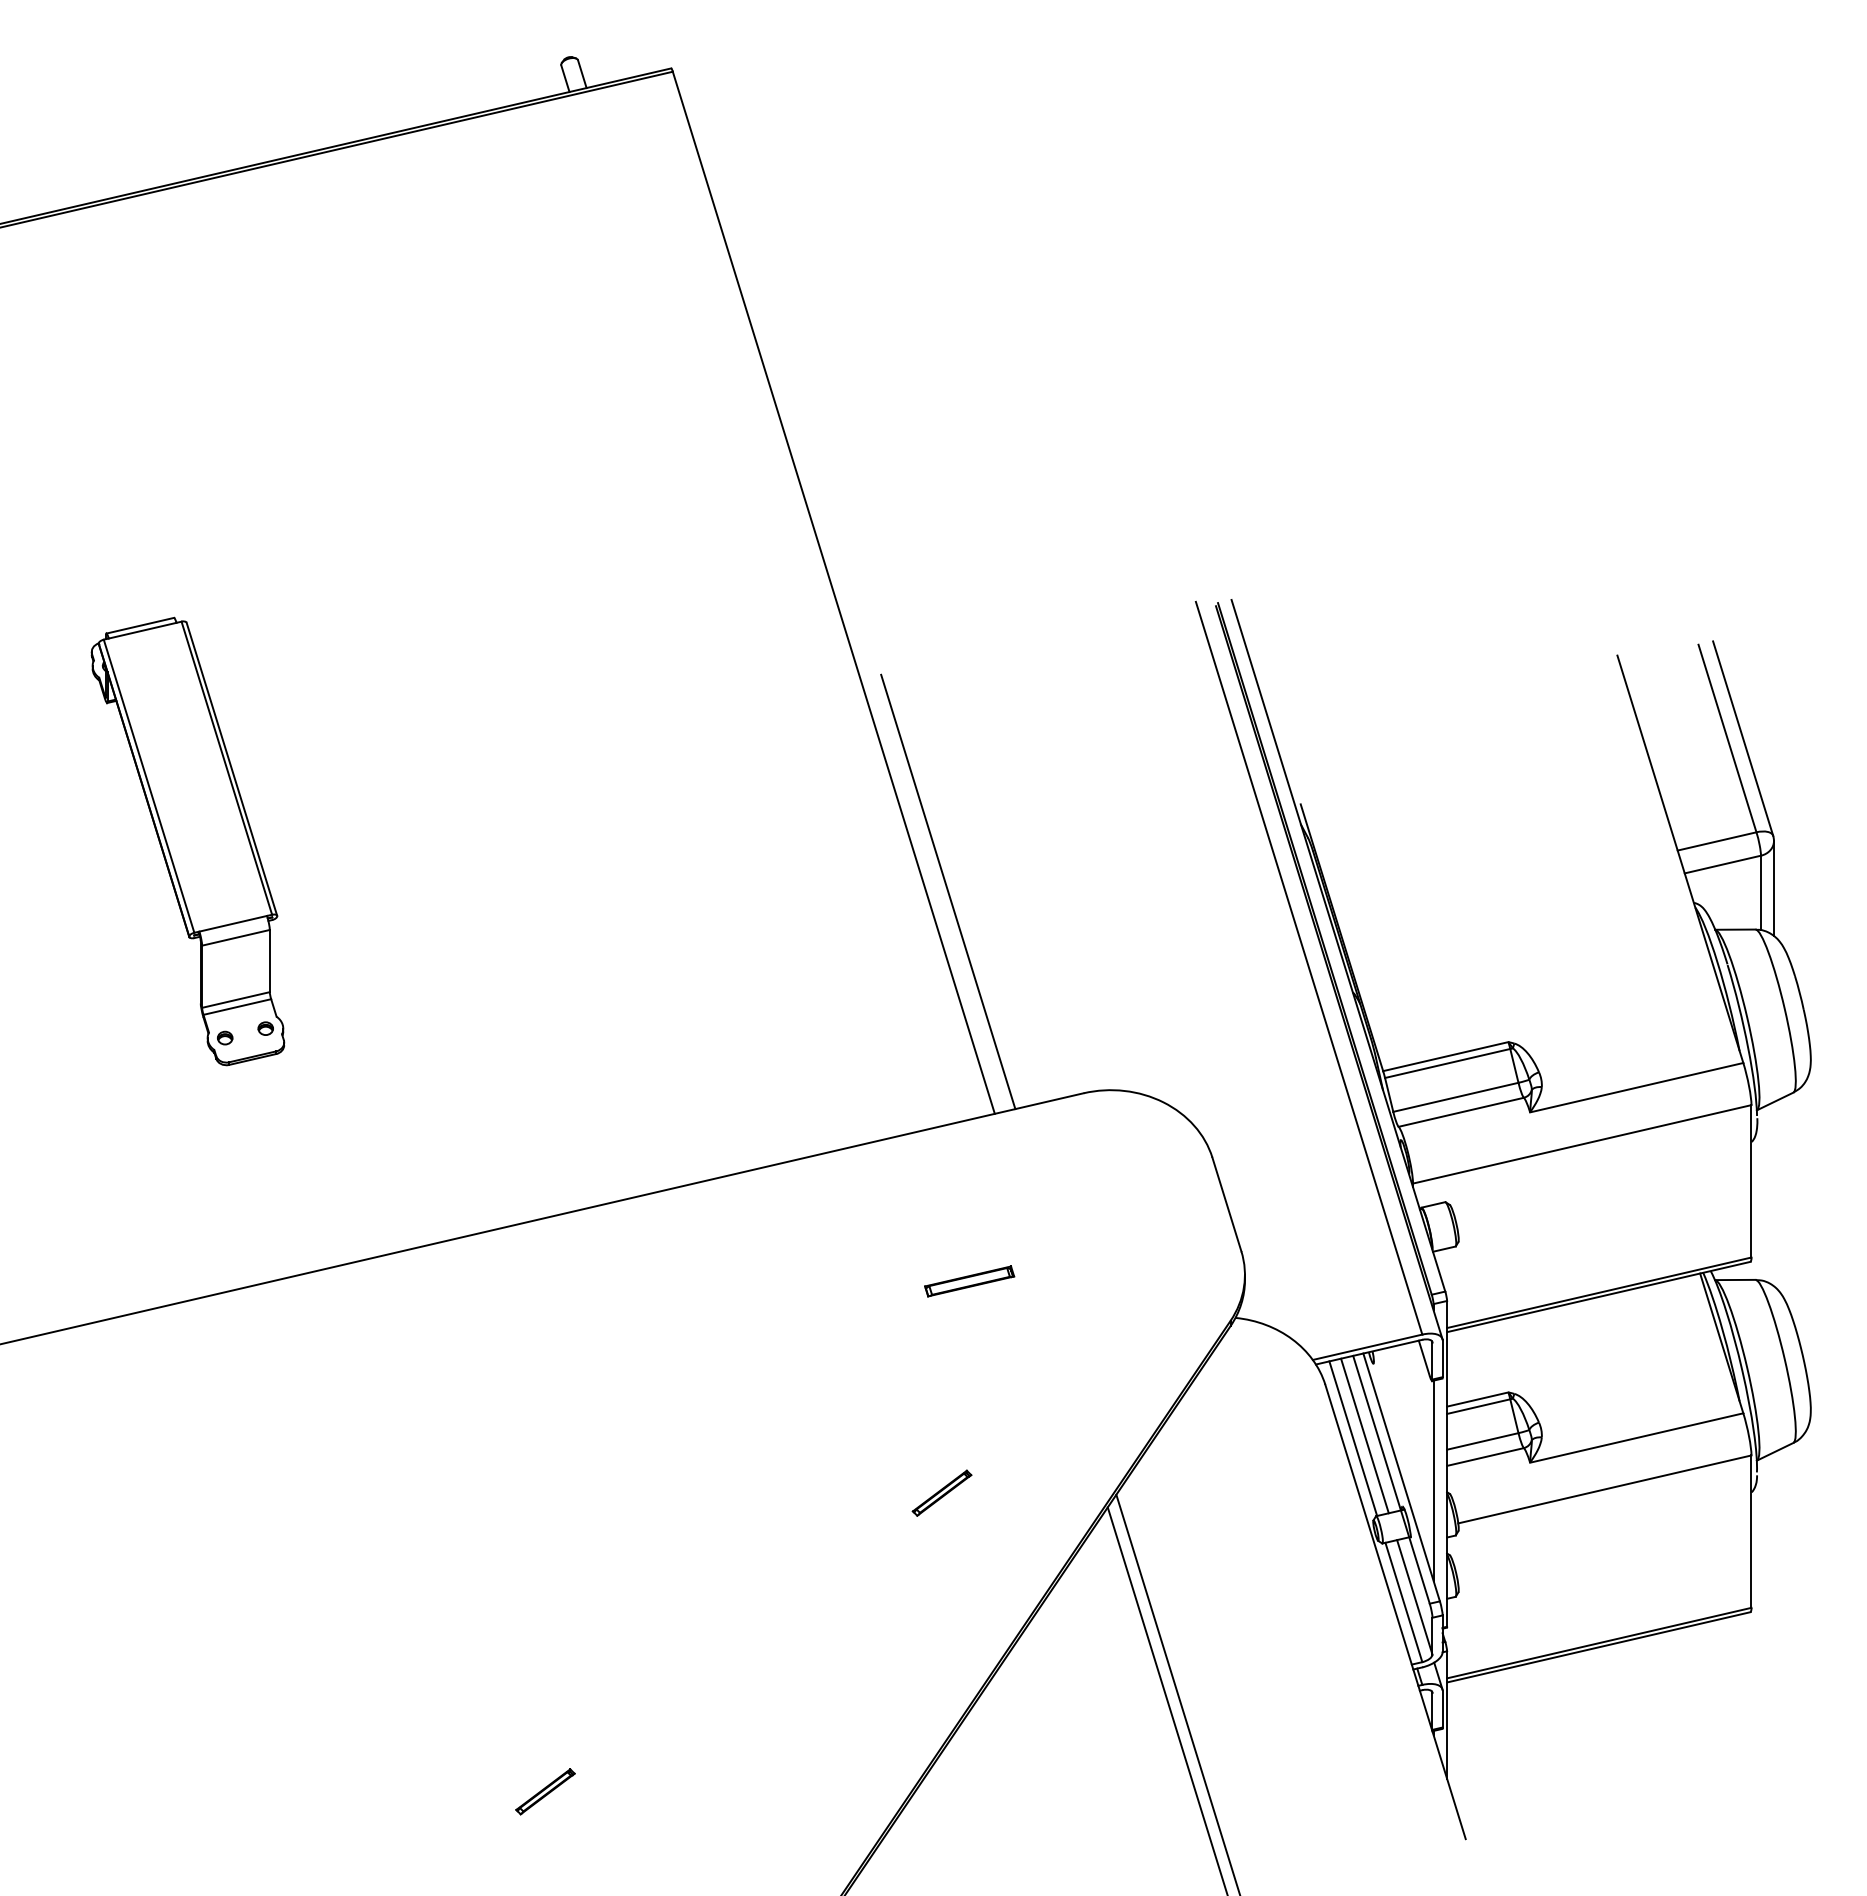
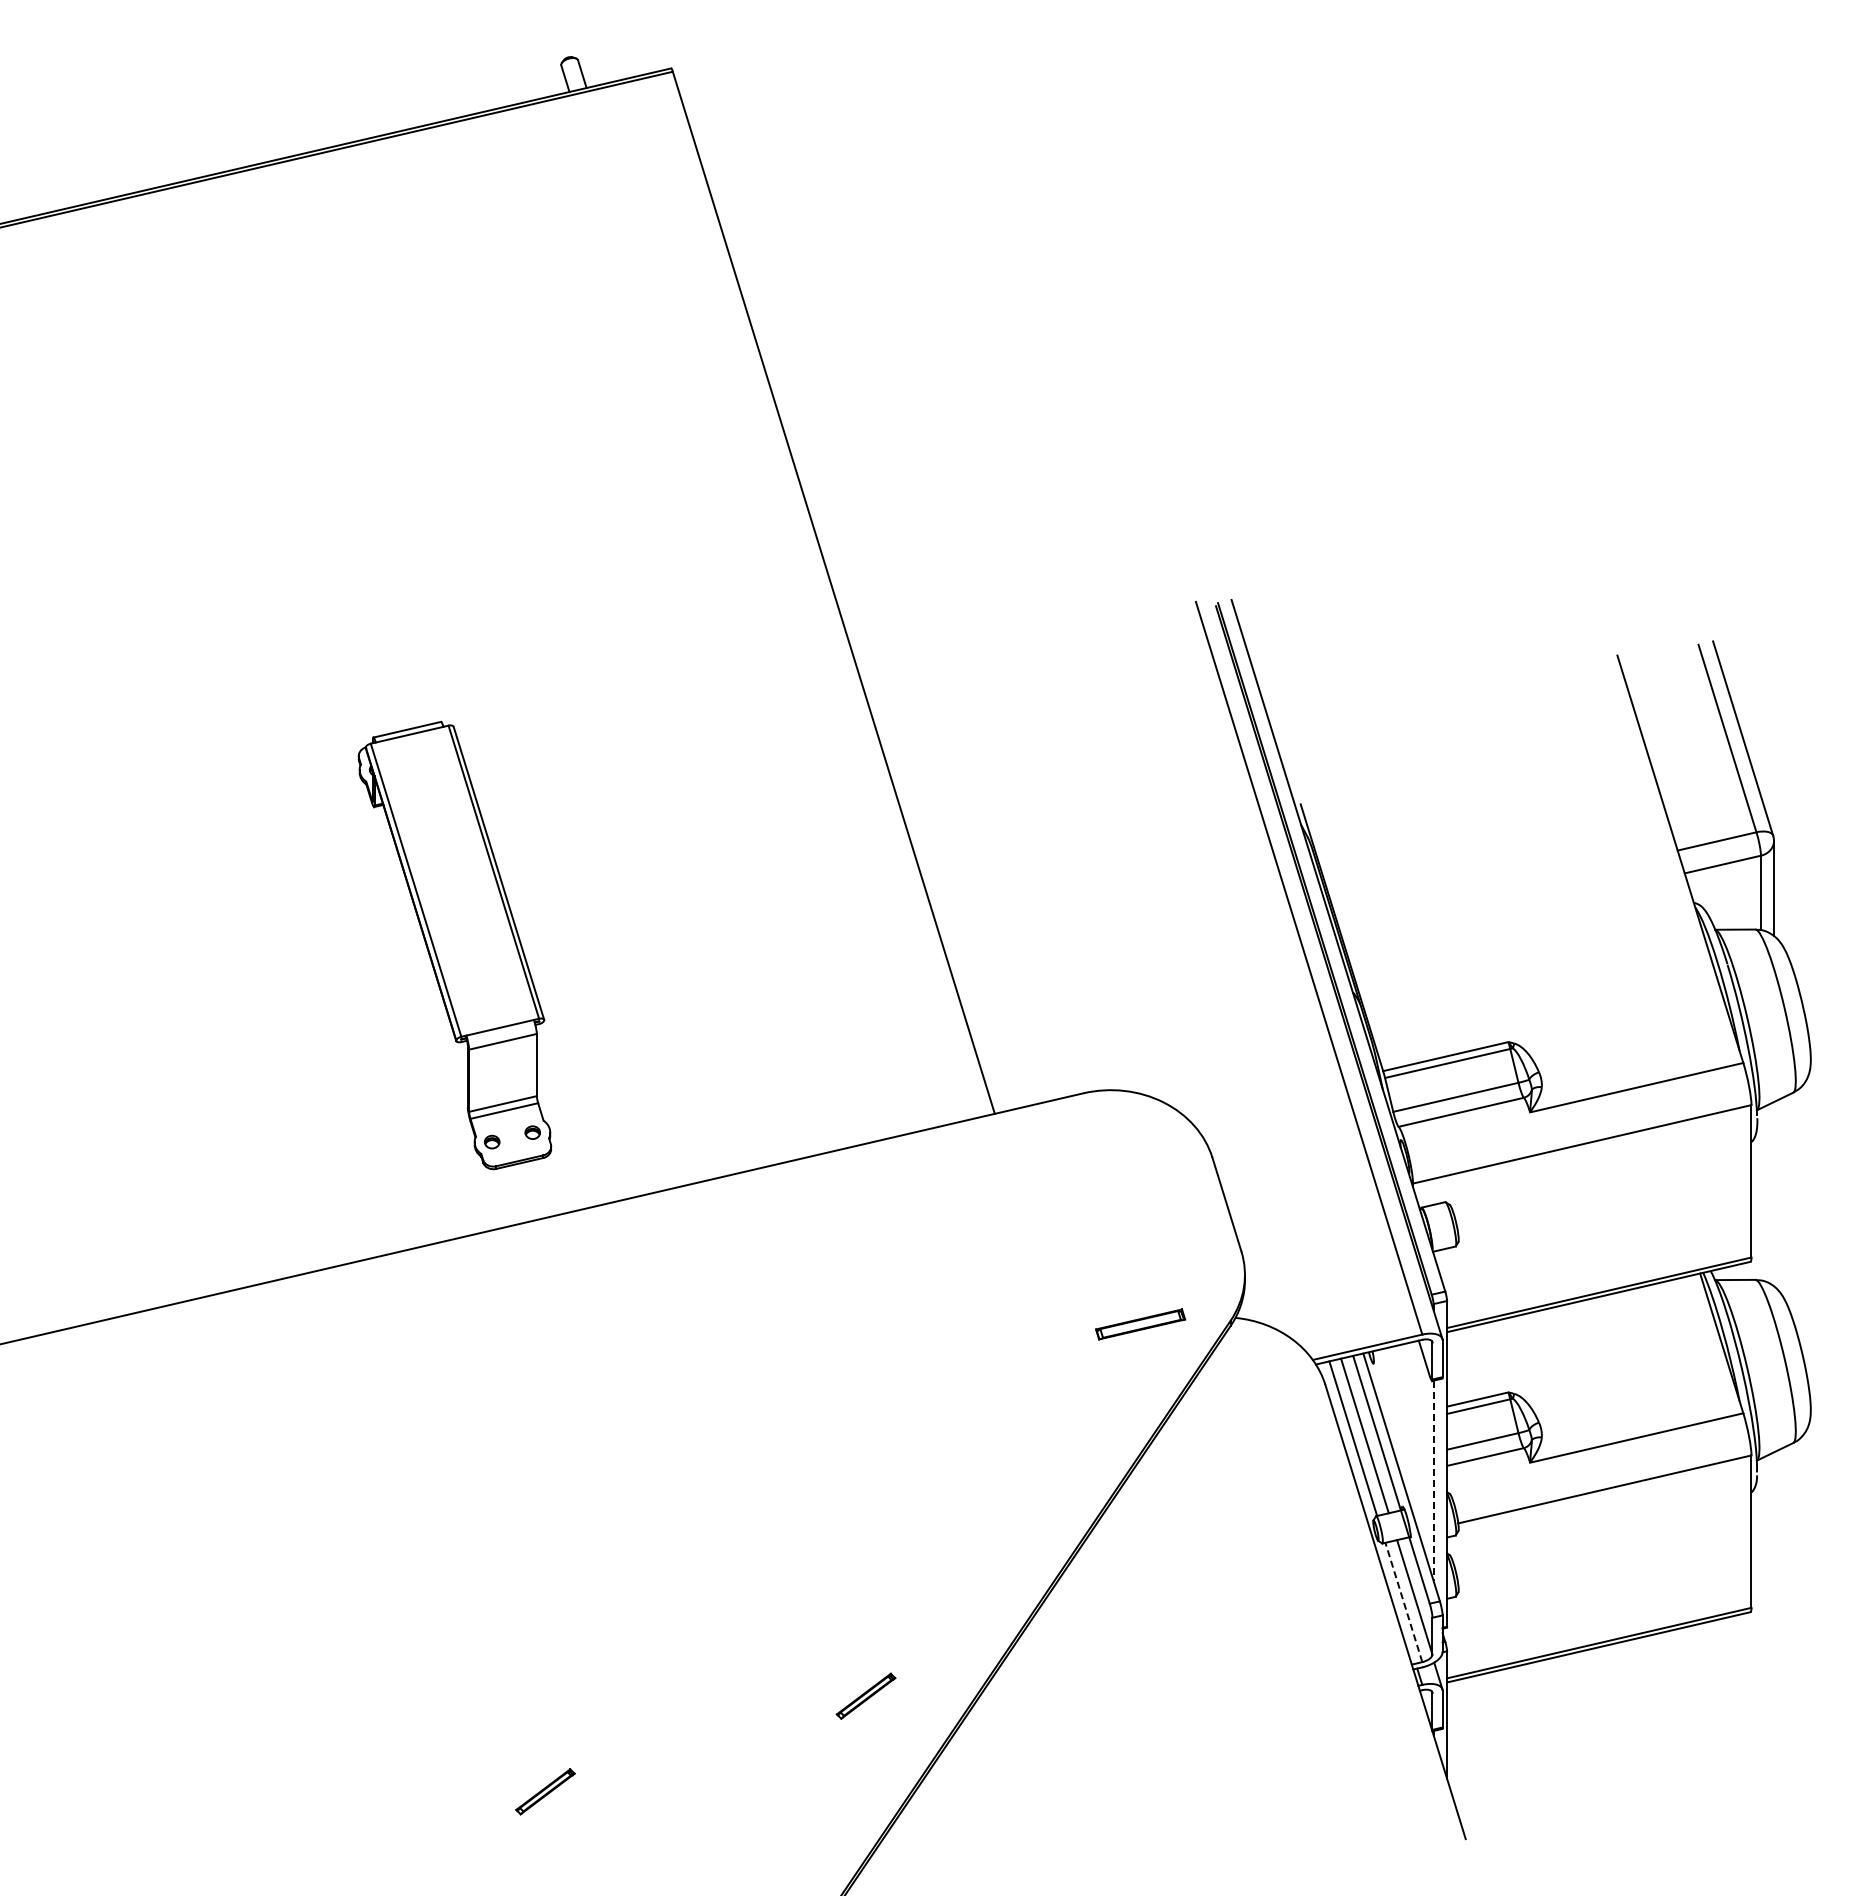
part at (187, 841) position: (187, 841) -> (454, 945)
line at (948, 891): present -> none
part at (969, 1281) position: (969, 1281) -> (1140, 1324)
line at (1433, 1481): solid -> dashed
part at (941, 1492) position: (941, 1492) -> (865, 1695)
line at (1403, 1602): solid -> dashed
line at (1177, 1693): present -> none
line at (1166, 1699): present -> none
